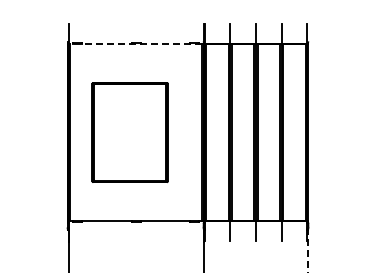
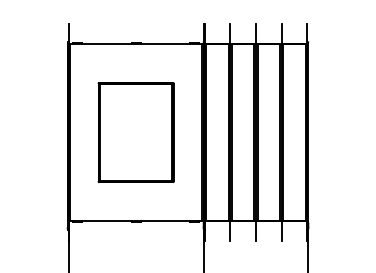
line at (136, 44): dashed -> solid
part at (129, 132) position: (129, 132) -> (135, 132)
line at (308, 250): dashed -> solid
